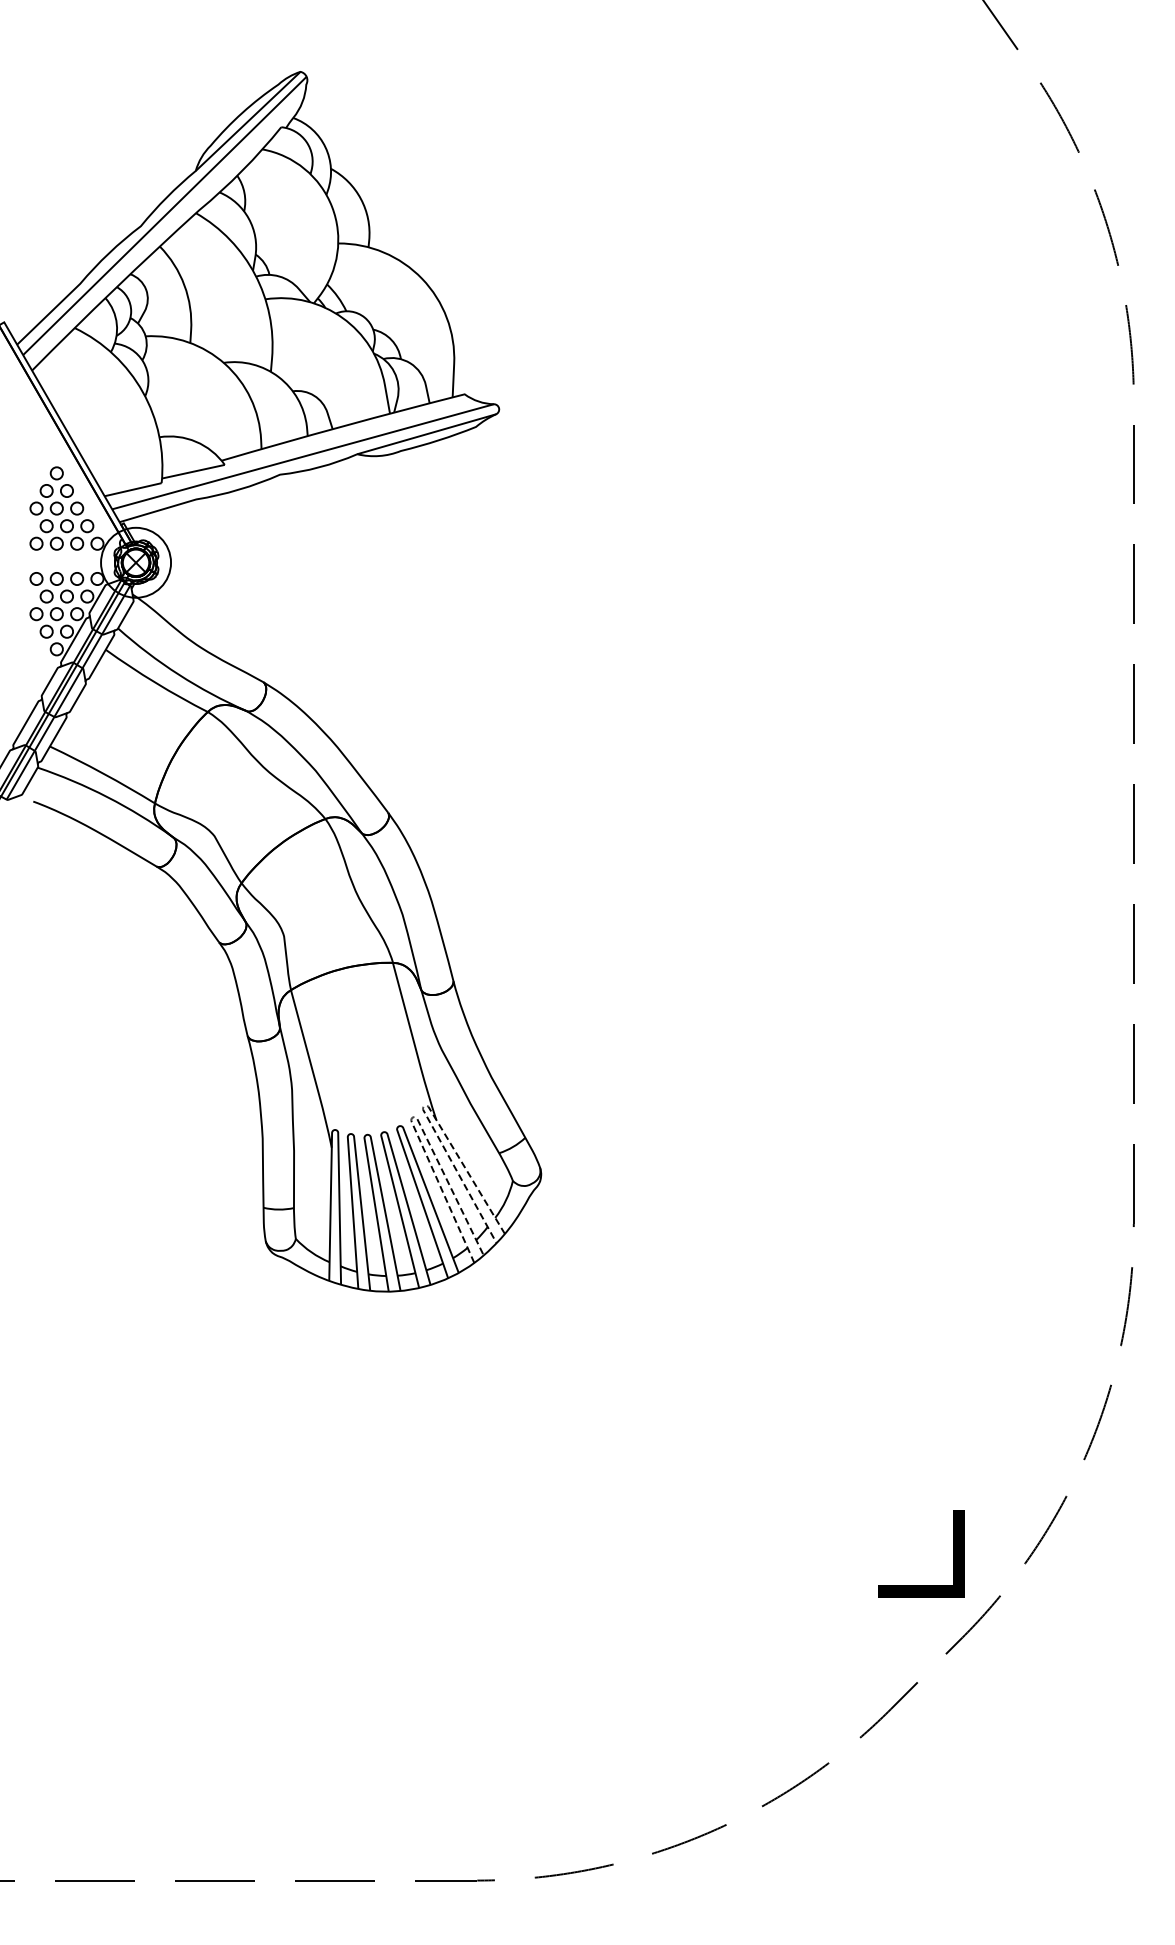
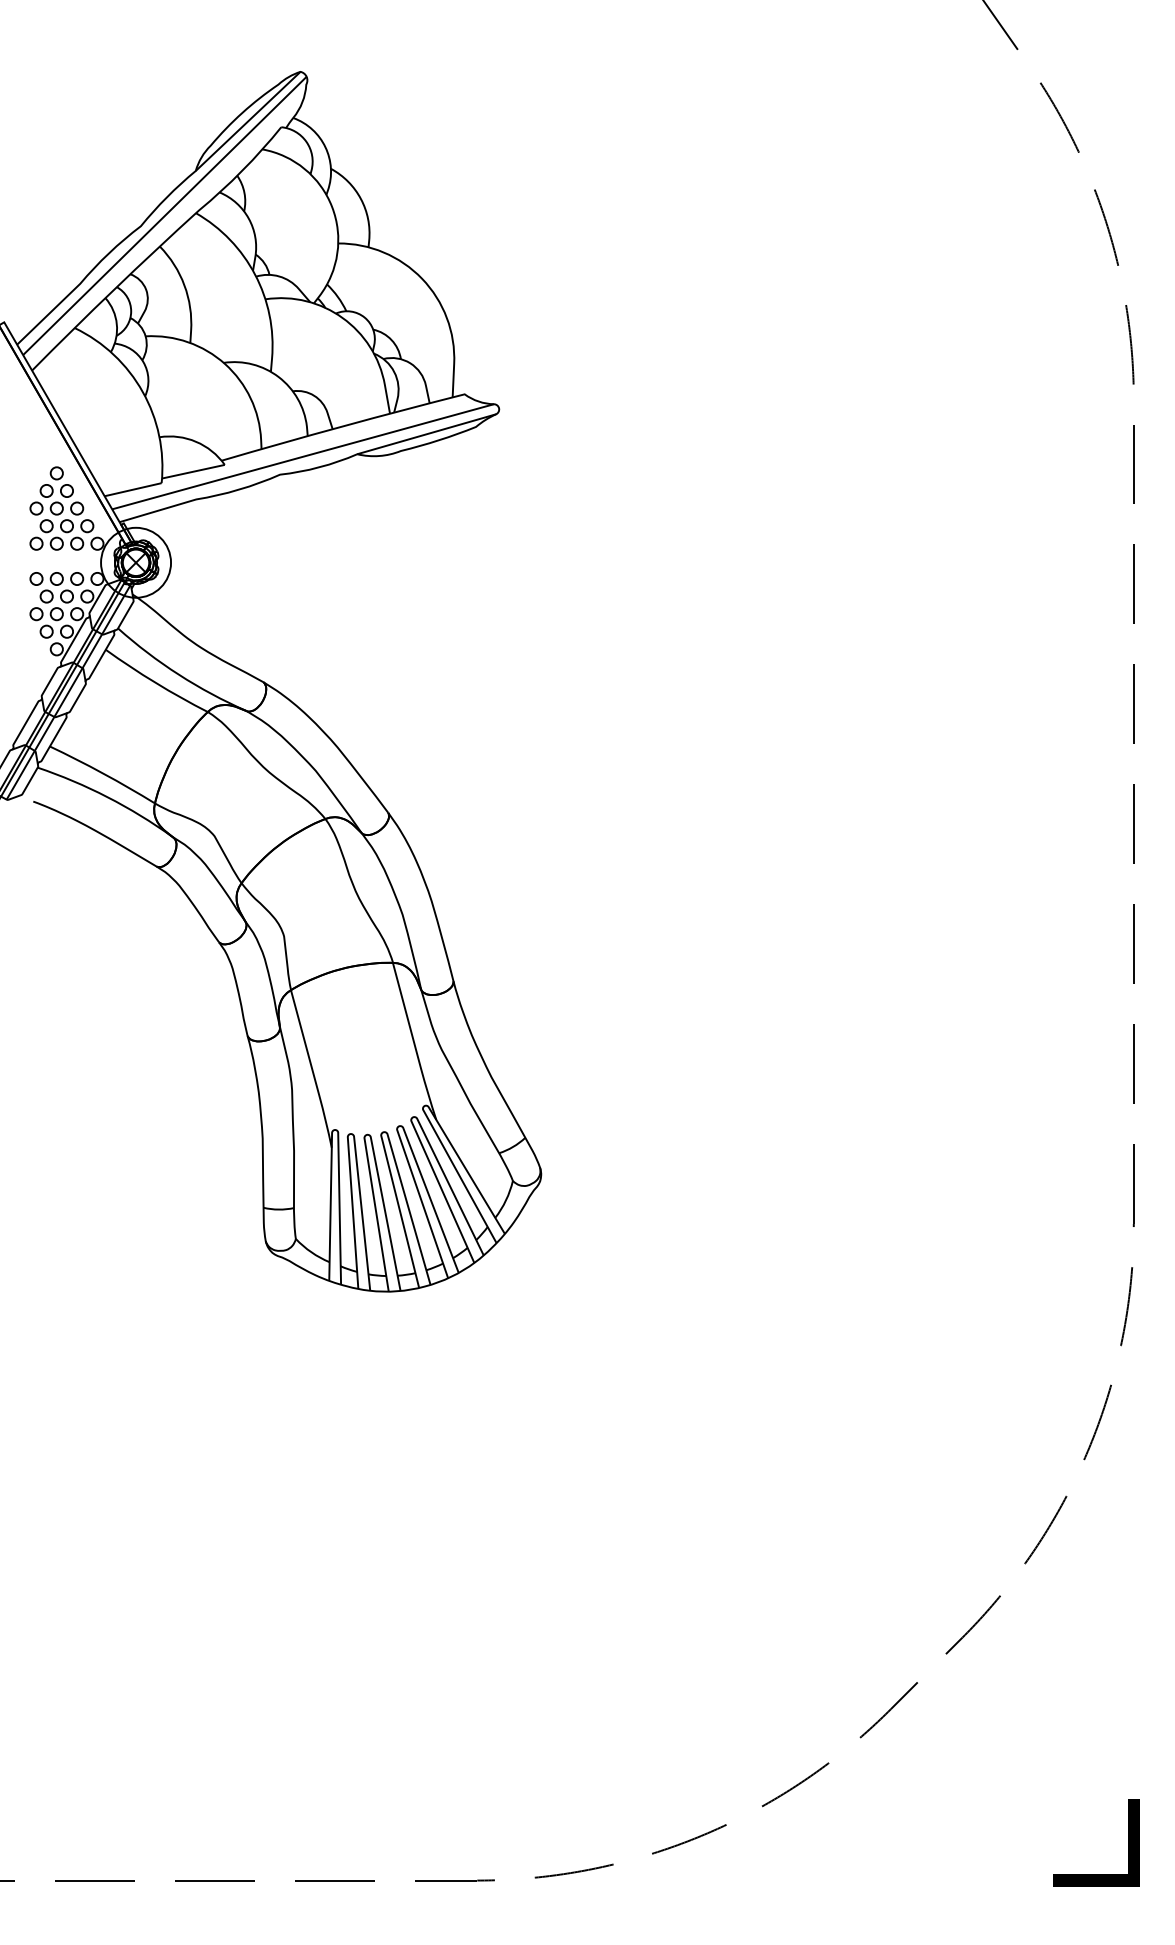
line at (423, 1106): dashed -> solid
line at (412, 1117): dashed -> solid
line at (953, 1553) position: (953, 1553) -> (1128, 1842)
